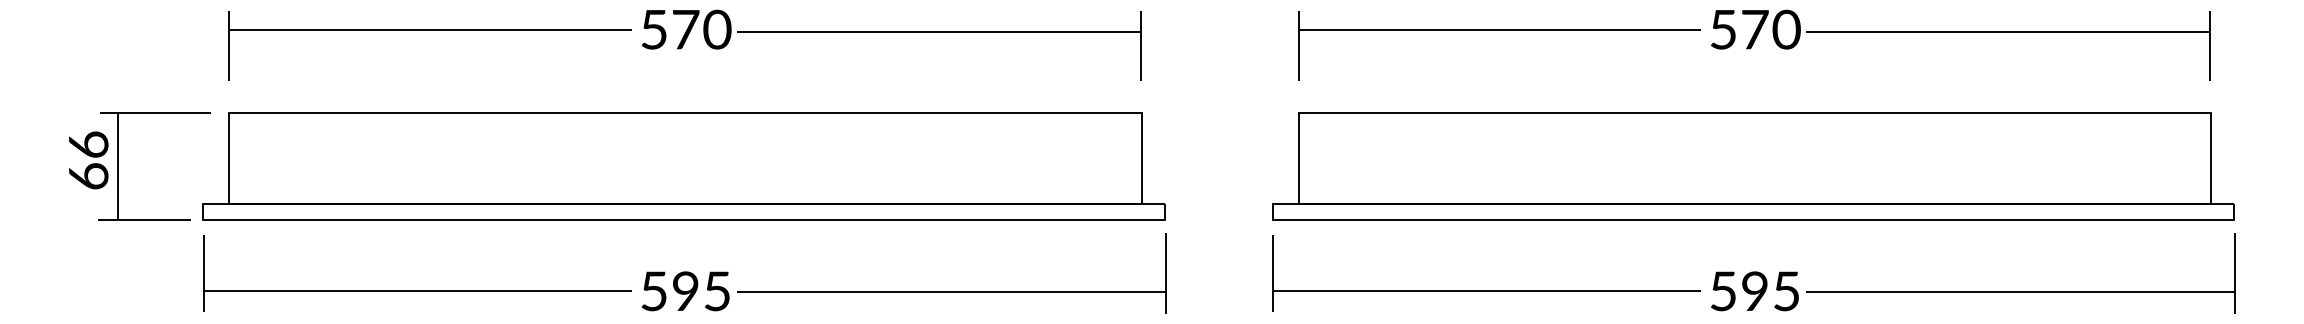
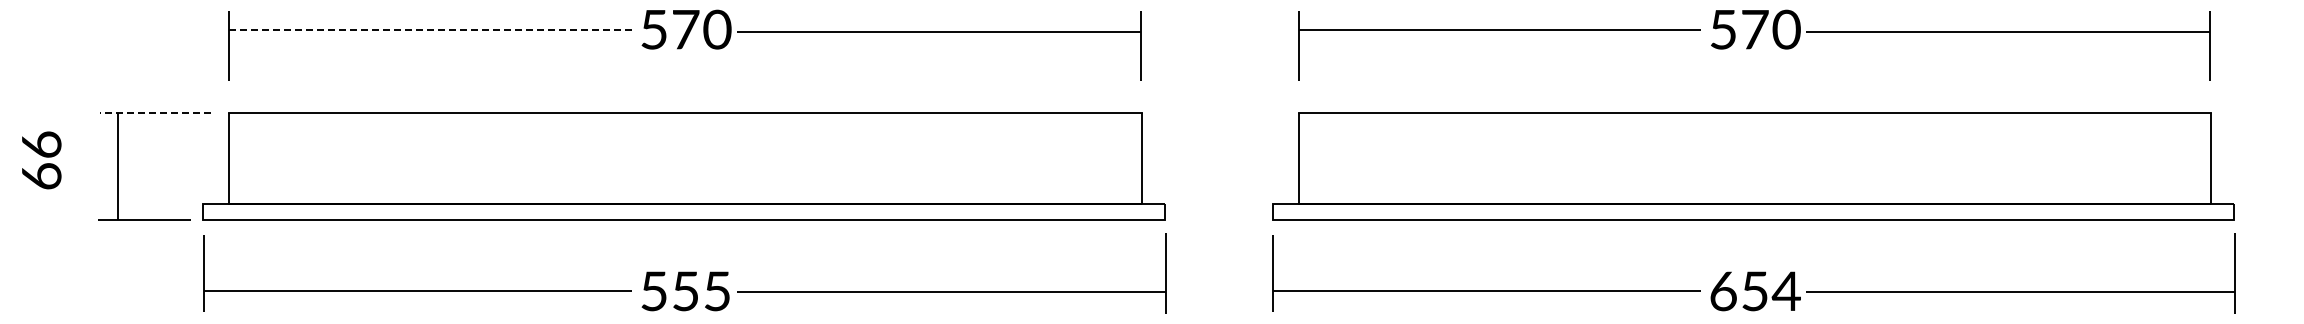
line at (431, 30): solid -> dashed
line at (154, 113): solid -> dashed
text at (88, 160) position: (88, 160) -> (41, 160)
text at (685, 291): 595 -> 555
text at (1755, 291): 595 -> 654
